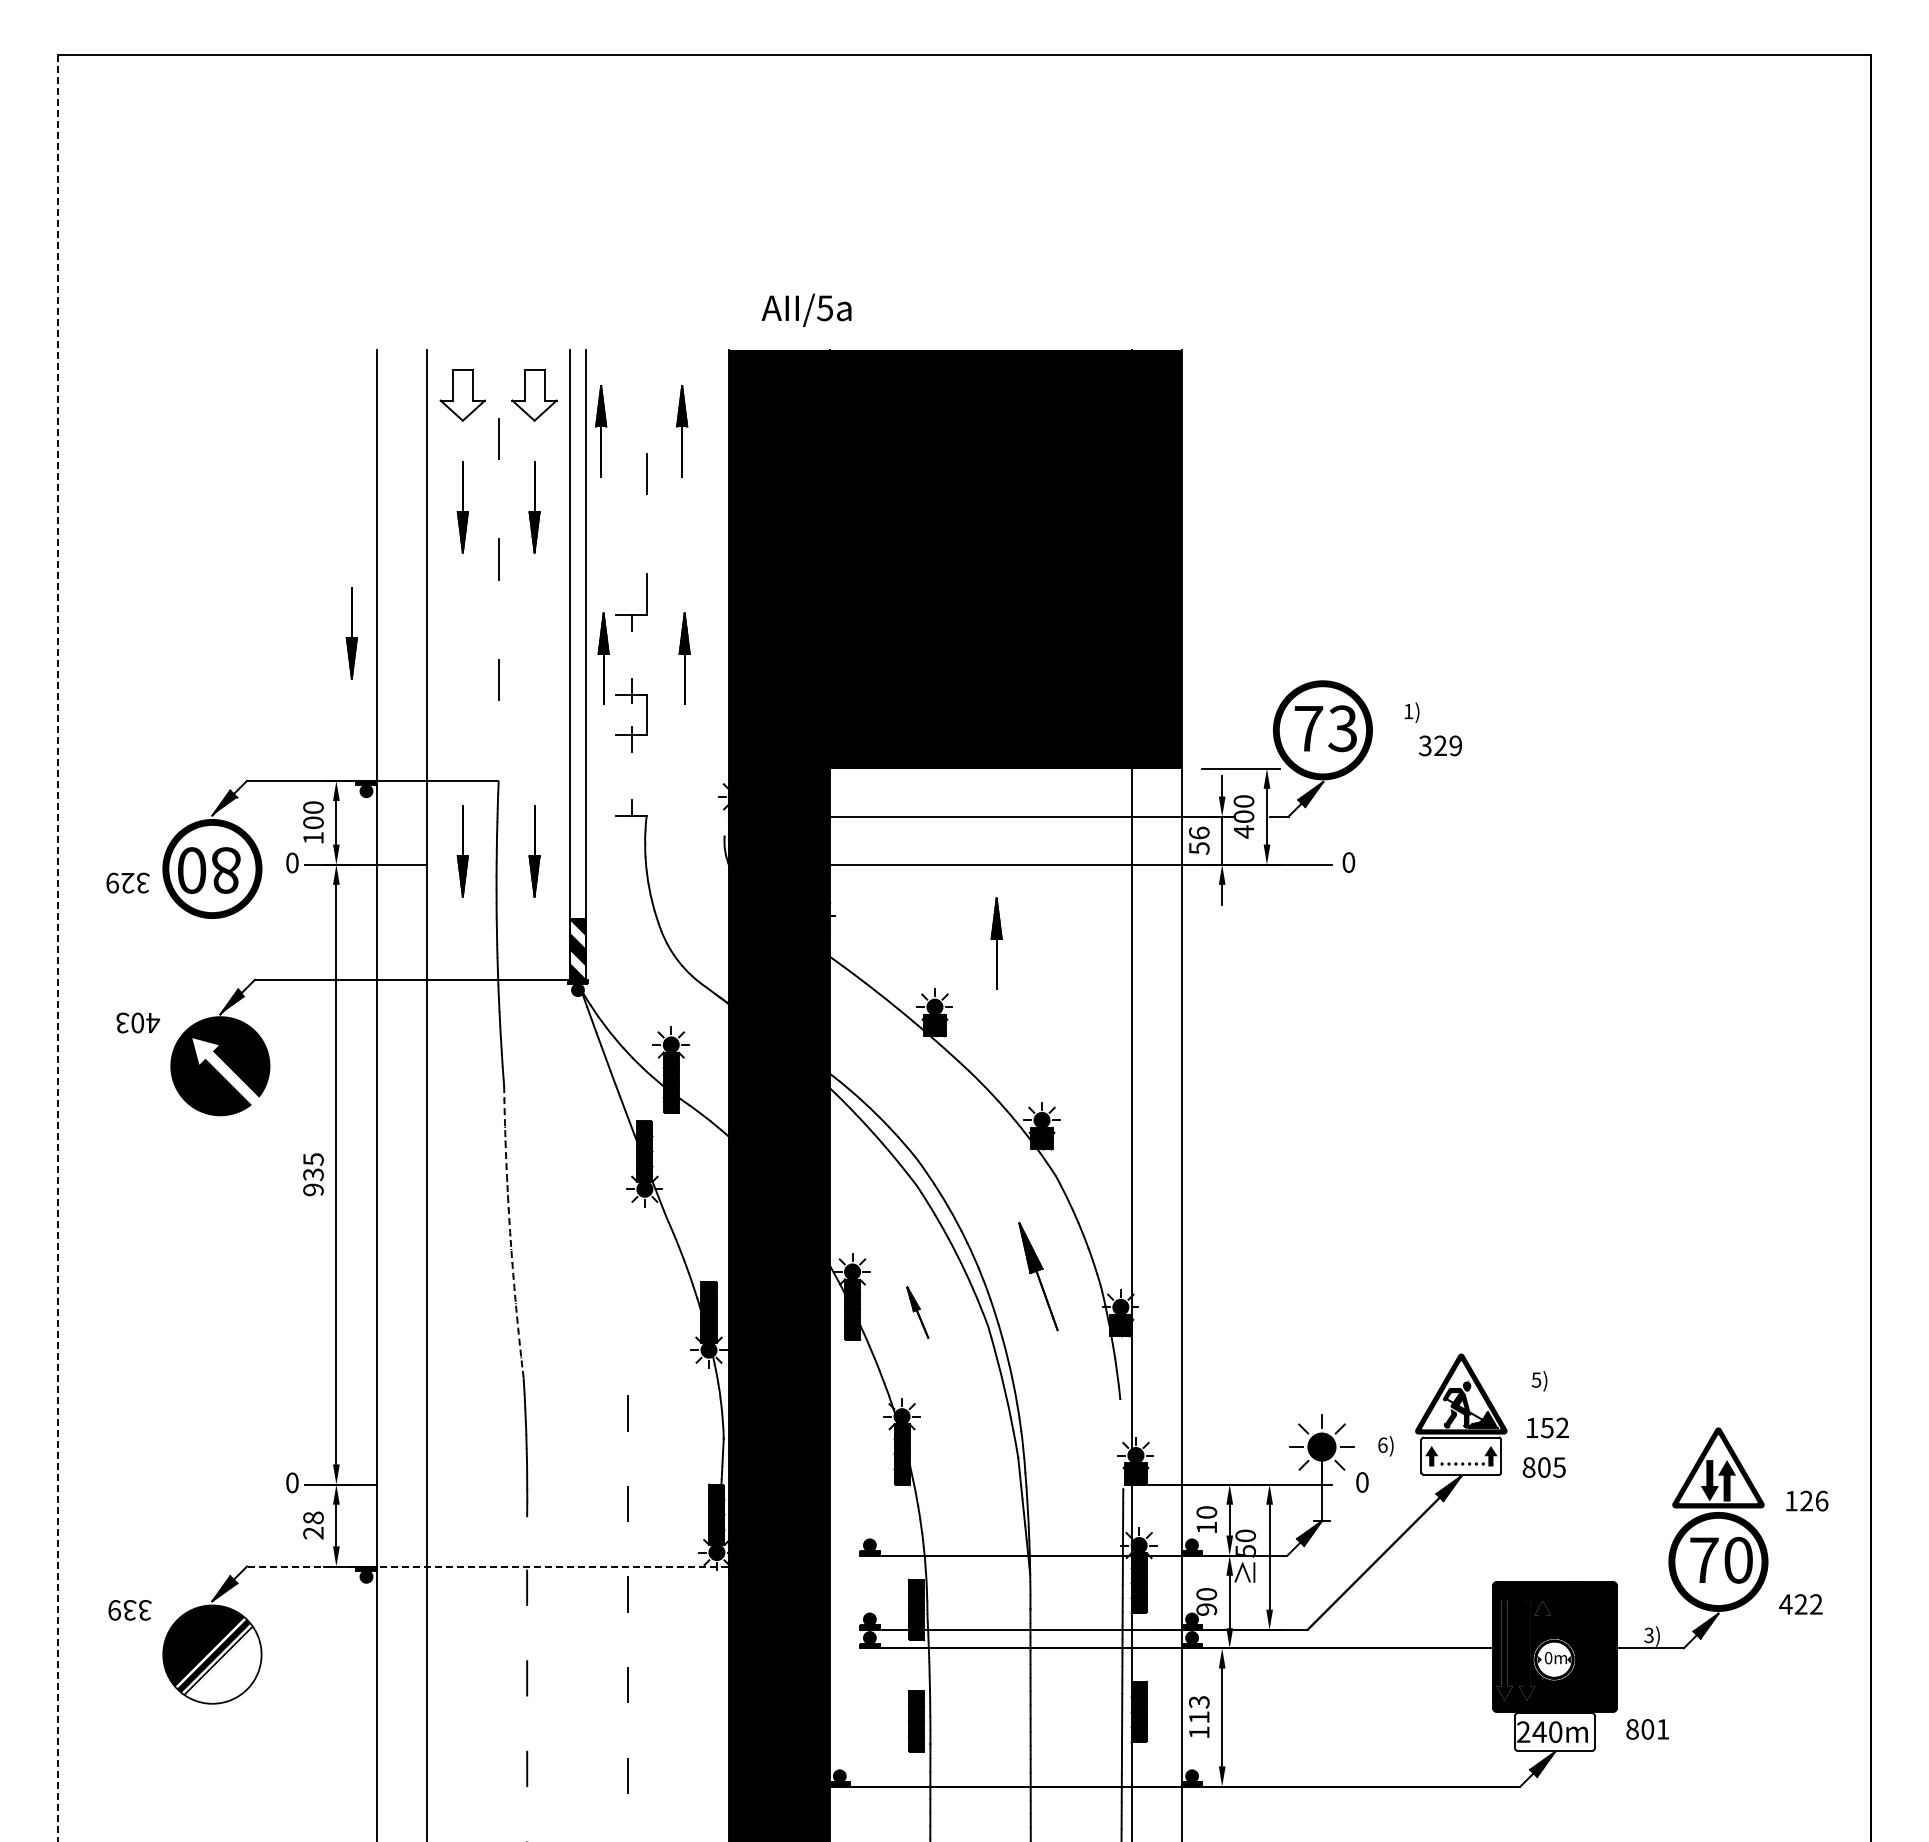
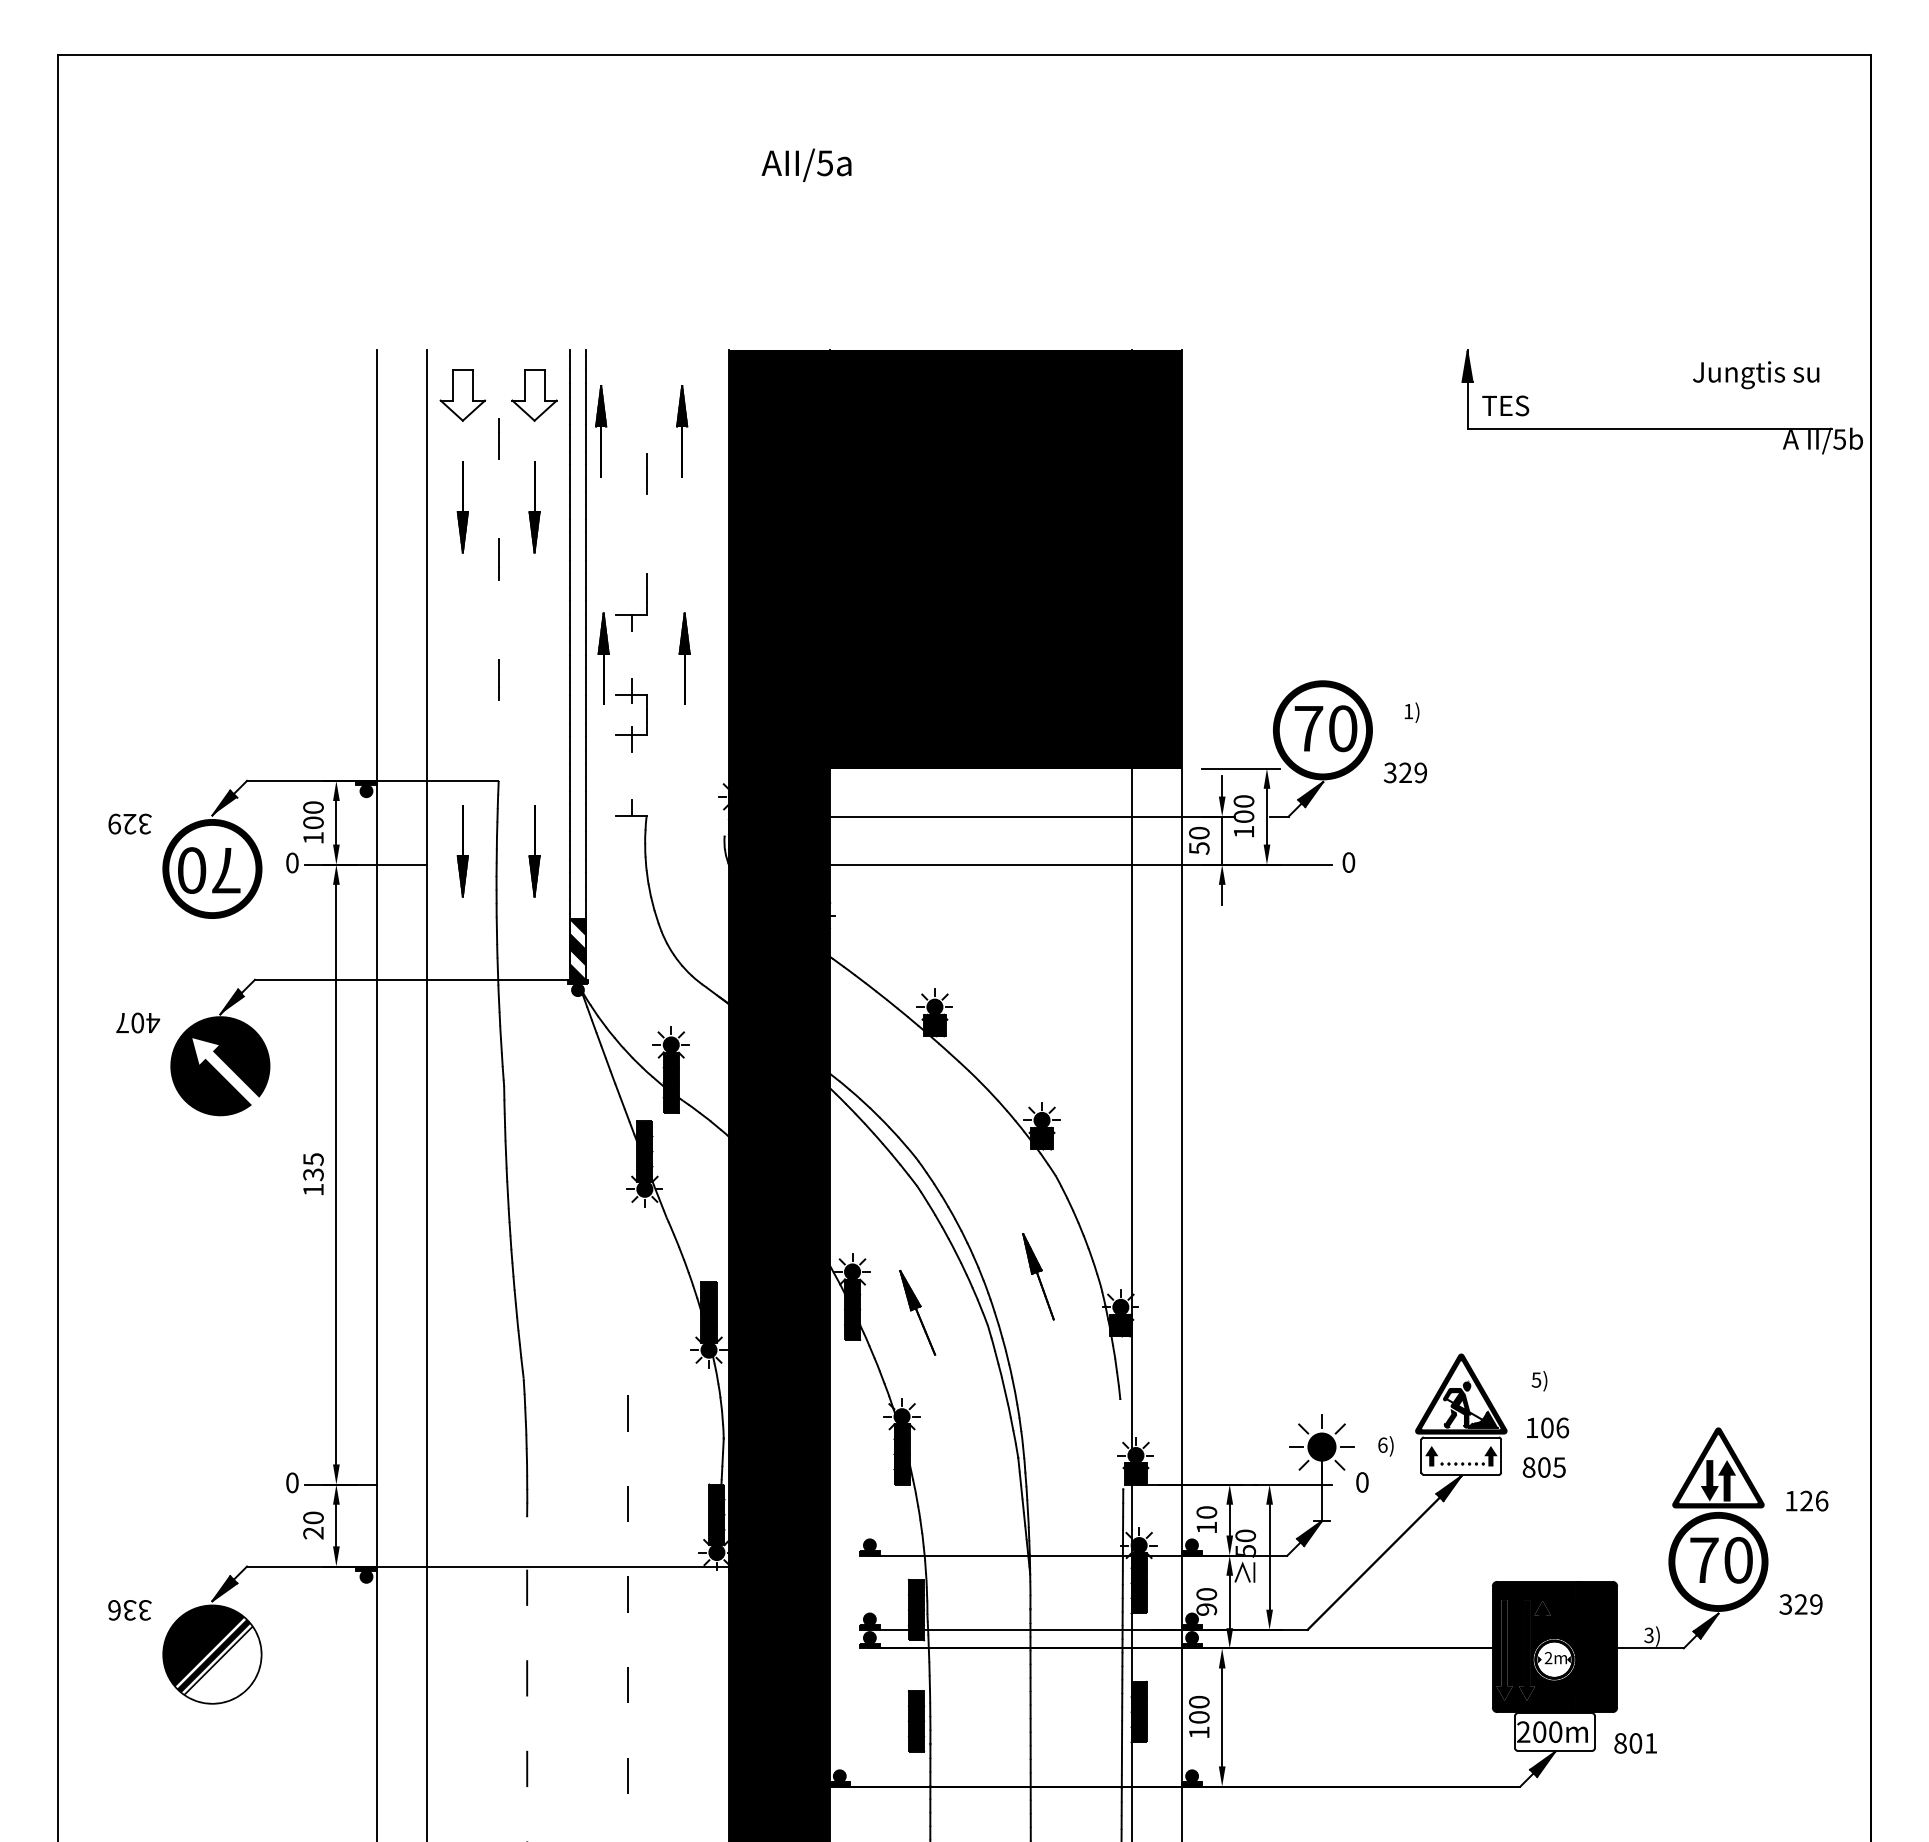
text at (806, 309) position: (806, 309) -> (806, 164)
part at (1661, 428): none -> present
part at (351, 633): present -> none
text at (1342, 728): 73 -> 70
text at (1439, 745) position: (1439, 745) -> (1404, 772)
text at (1243, 831): 400 -> 100
text at (1199, 832): 56 -> 50
text at (226, 870): 80 -> 70
text at (127, 882) position: (127, 882) -> (129, 823)
part at (996, 943): present -> none
line at (57, 949): dashed -> solid
text at (122, 1022): 403 -> 407
text at (313, 1189): 935 -> 135
arc at (510, 1232): dashed -> solid
part at (1038, 1276) size: 41x110 px -> 33x88 px
part at (917, 1312) size: 24x53 px -> 38x87 px
text at (1554, 1427): 152 -> 106
text at (313, 1517): 28 -> 20
line at (492, 1566): dashed -> solid
text at (1800, 1604): 422 -> 329
text at (114, 1610): 339 -> 336
text at (1548, 1658): 0m -> 2m
text at (1199, 1709): 113 -> 100
text at (1647, 1729) position: (1647, 1729) -> (1635, 1743)
text at (1539, 1731): 240m -> 200m
